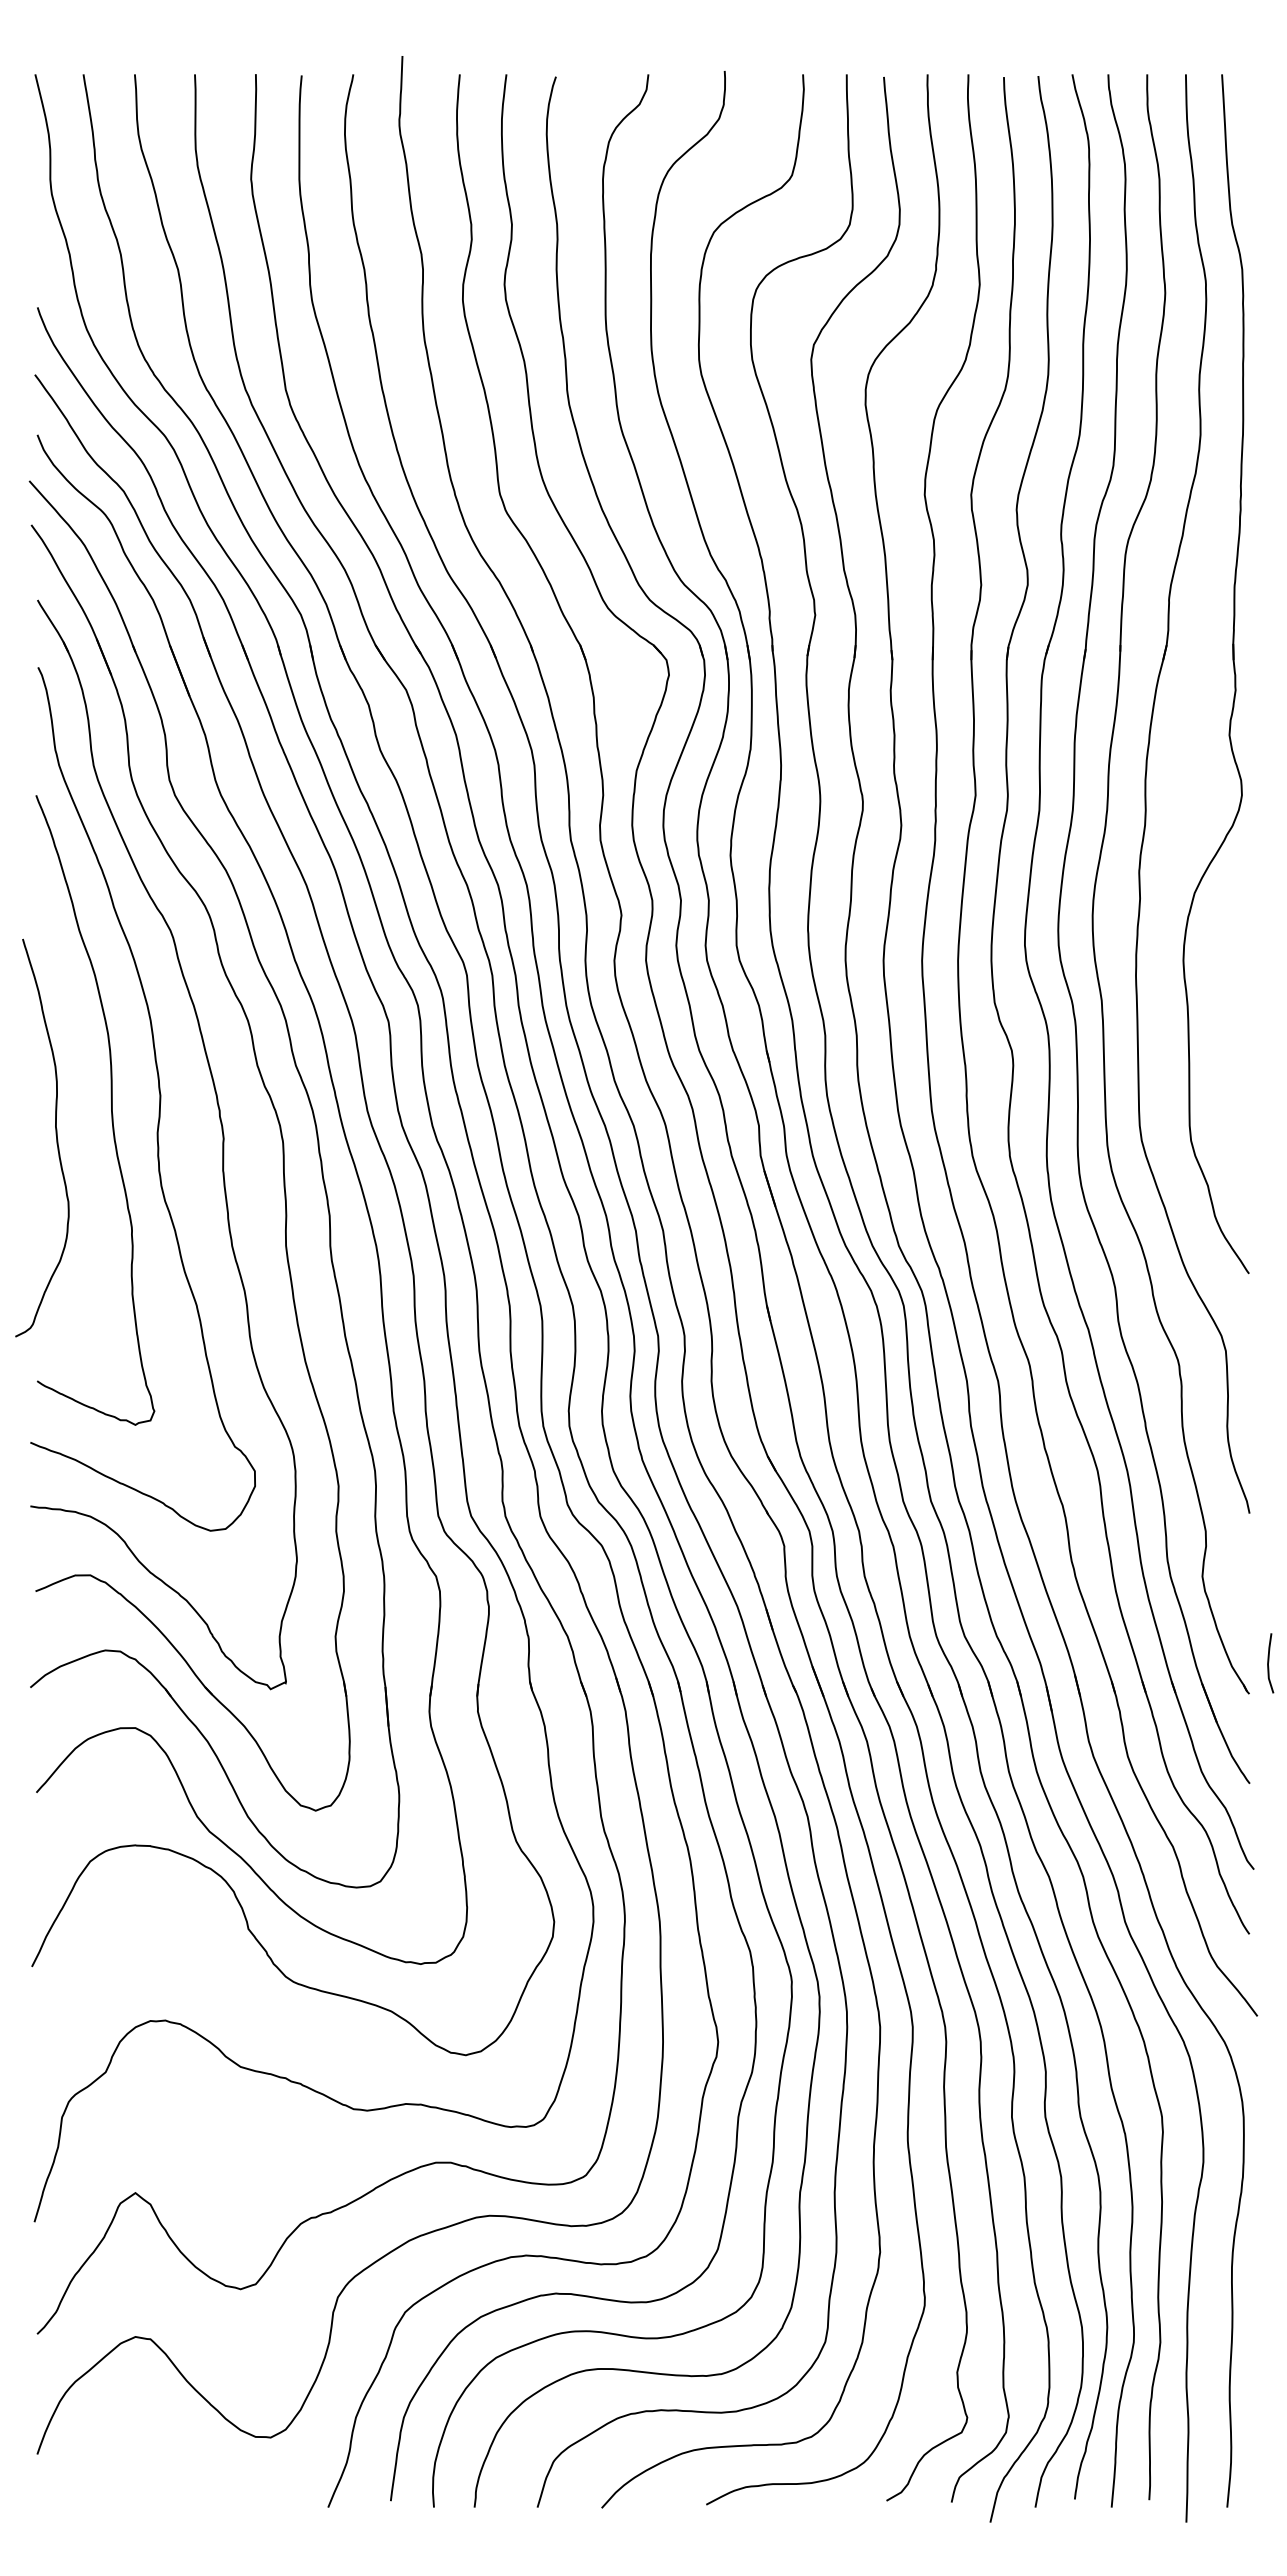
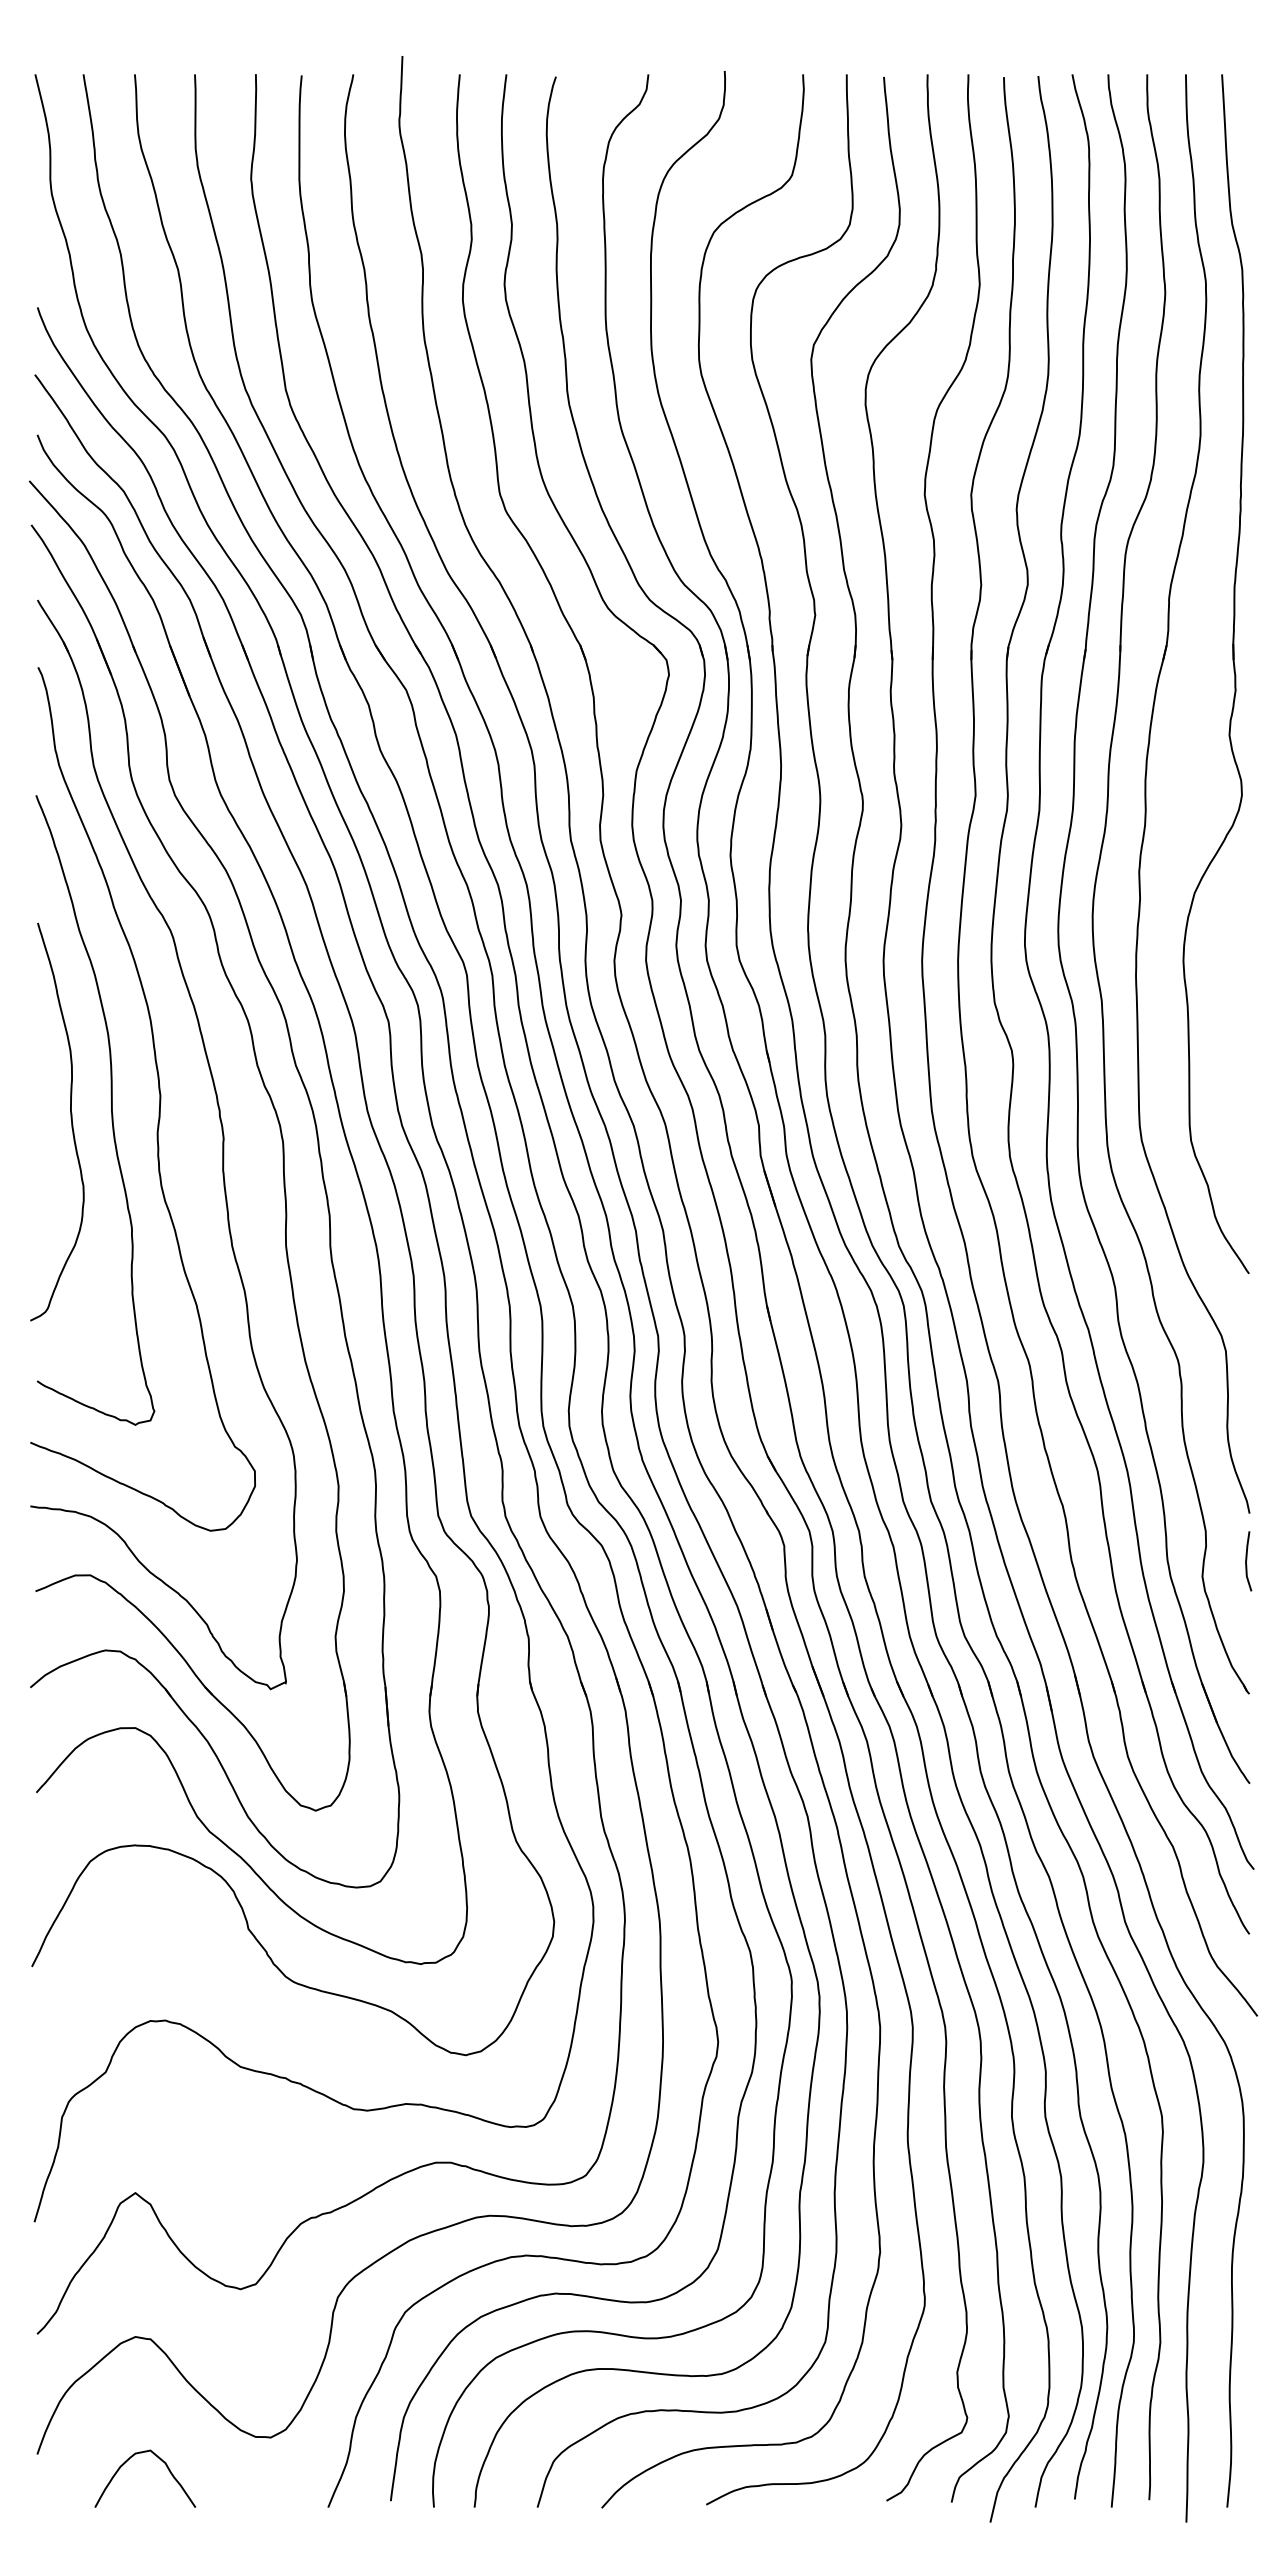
curve at (55, 1135) position: (55, 1135) -> (70, 1119)
line at (1269, 1662) position: (1269, 1662) -> (1247, 1560)
curve at (161, 2461): none -> present
